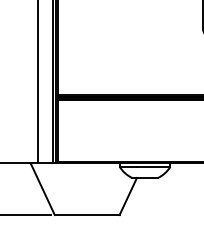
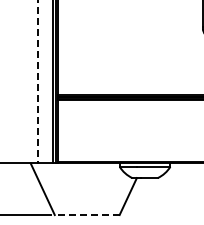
line at (38, 82): solid -> dashed
line at (86, 215): solid -> dashed
